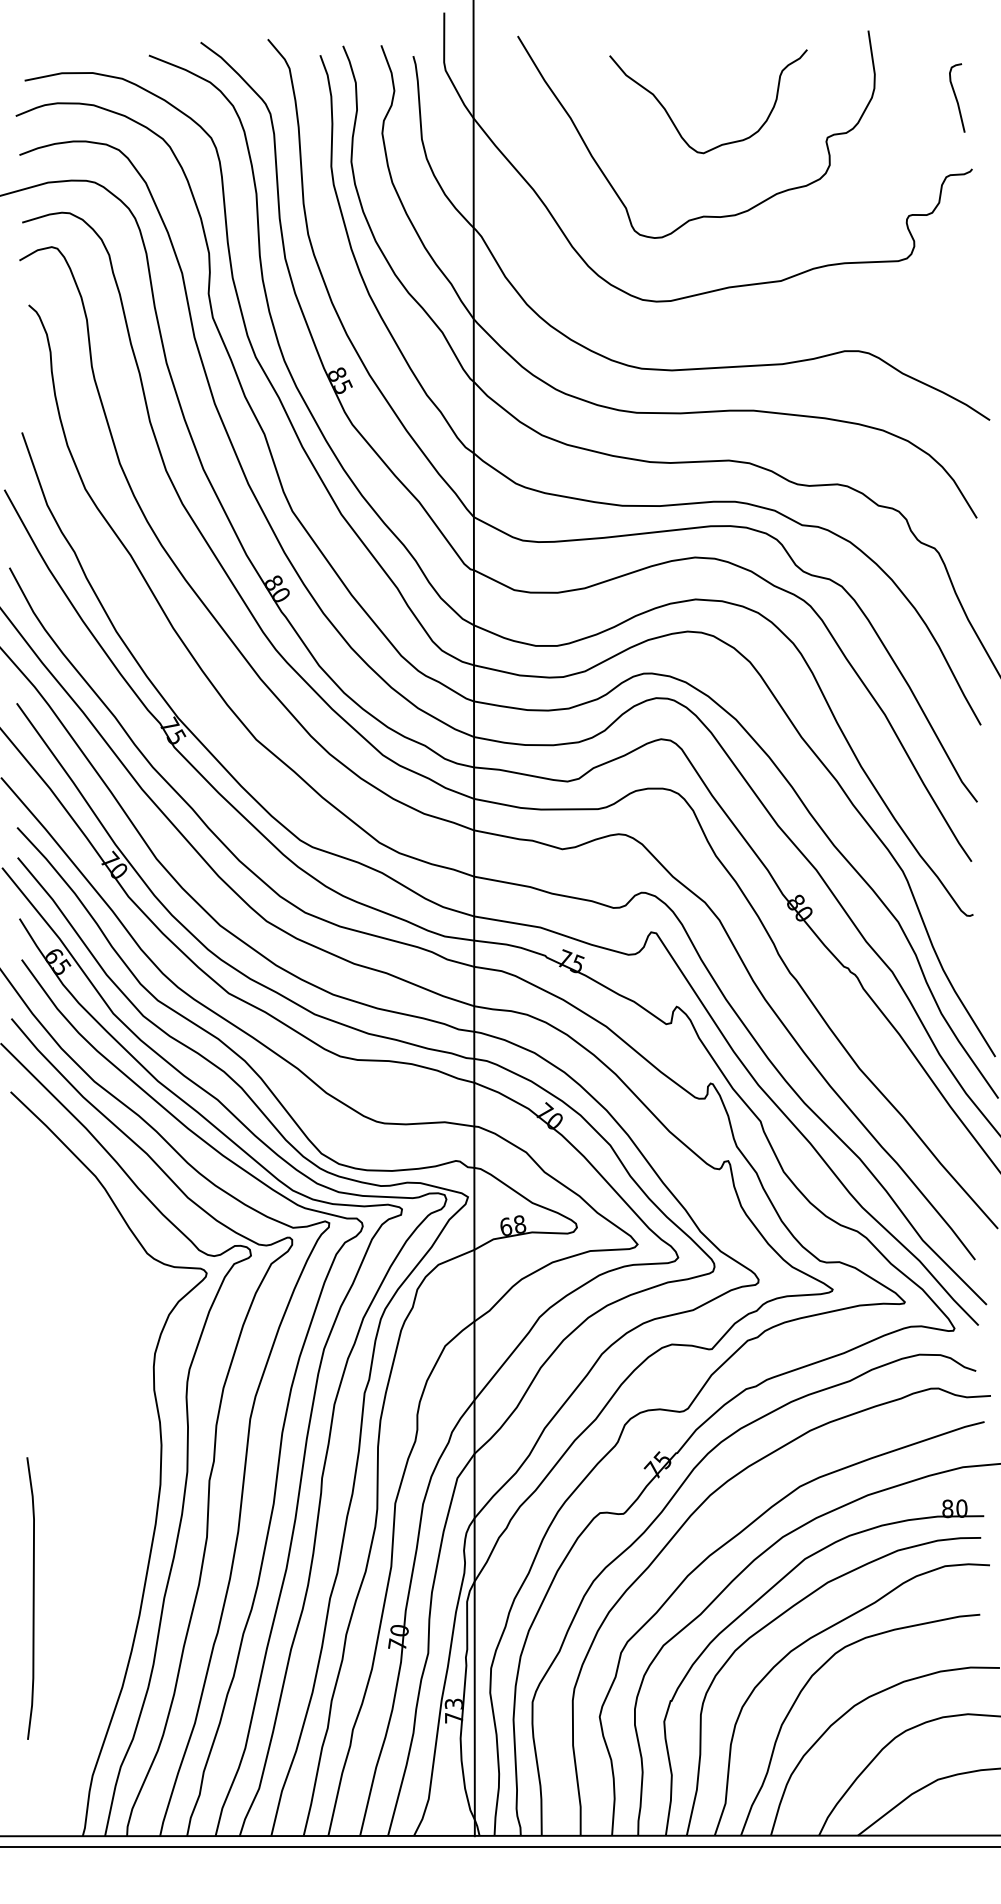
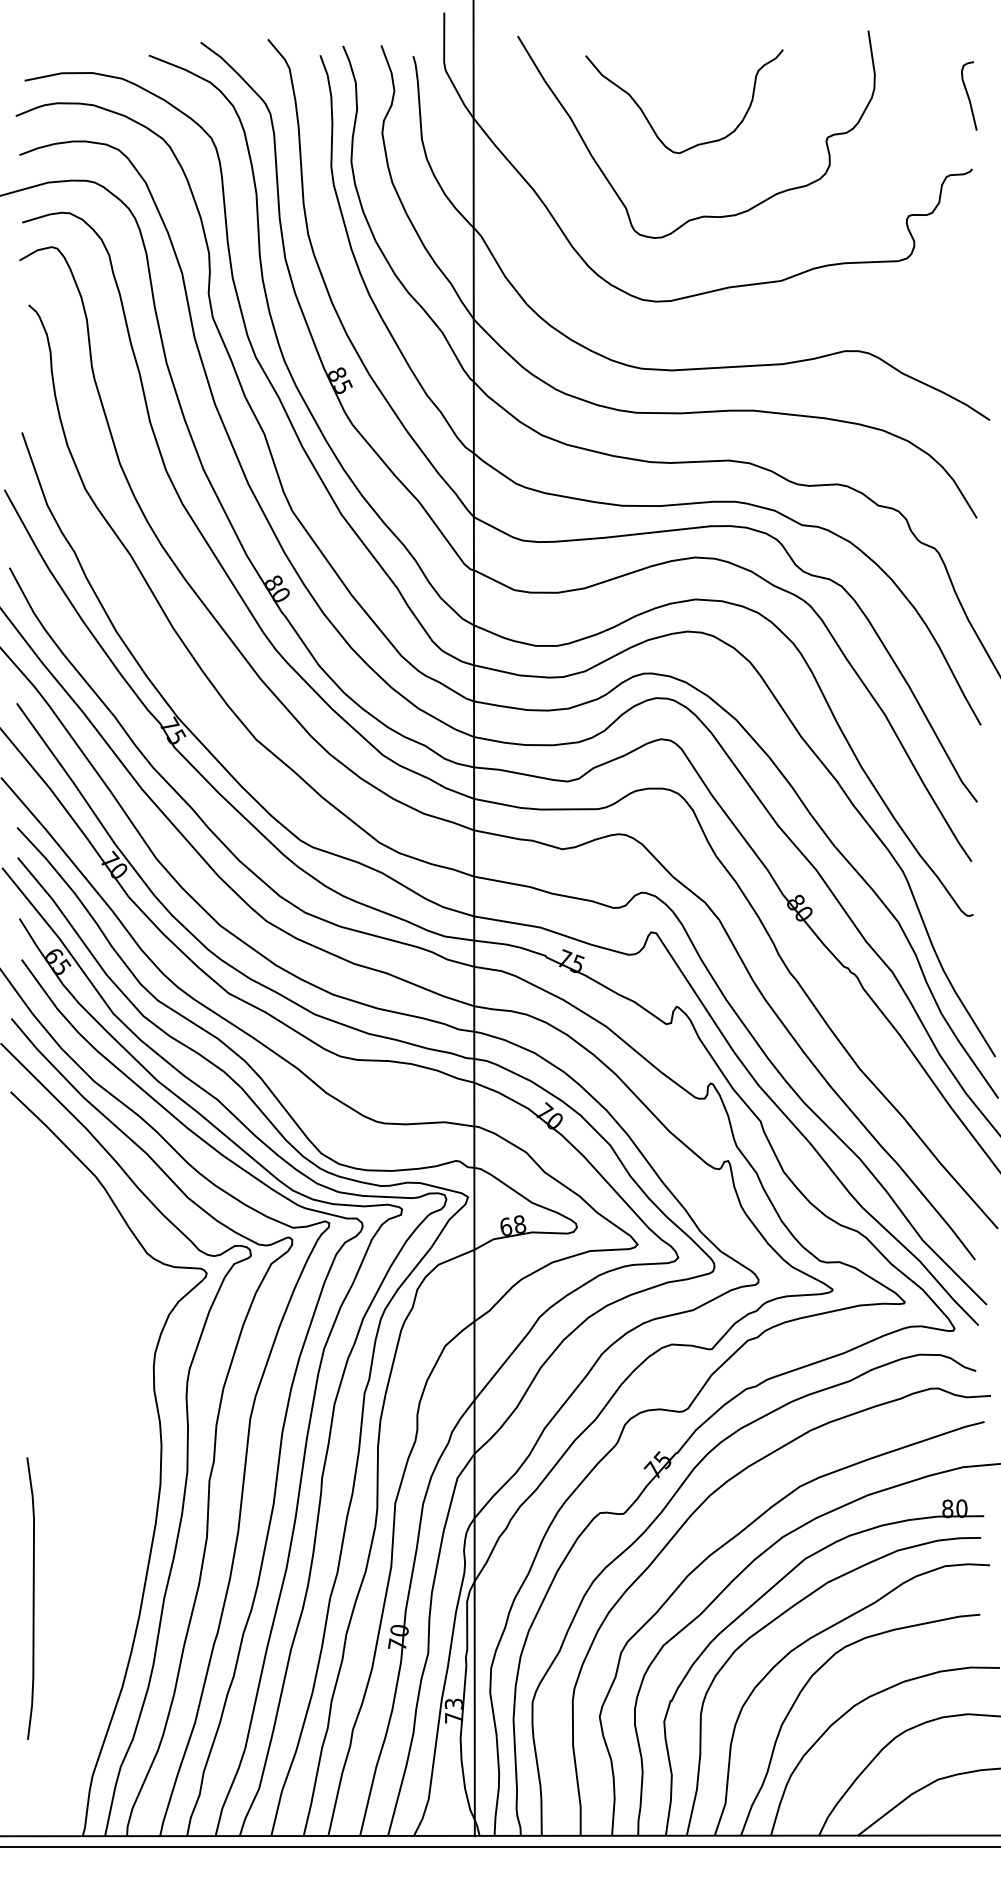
curve at (956, 97) position: (956, 97) -> (968, 95)
curve at (675, 124) position: (675, 124) -> (651, 124)
